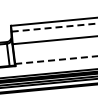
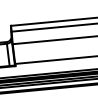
line at (55, 27): dashed -> solid
line at (56, 60): dashed -> solid
